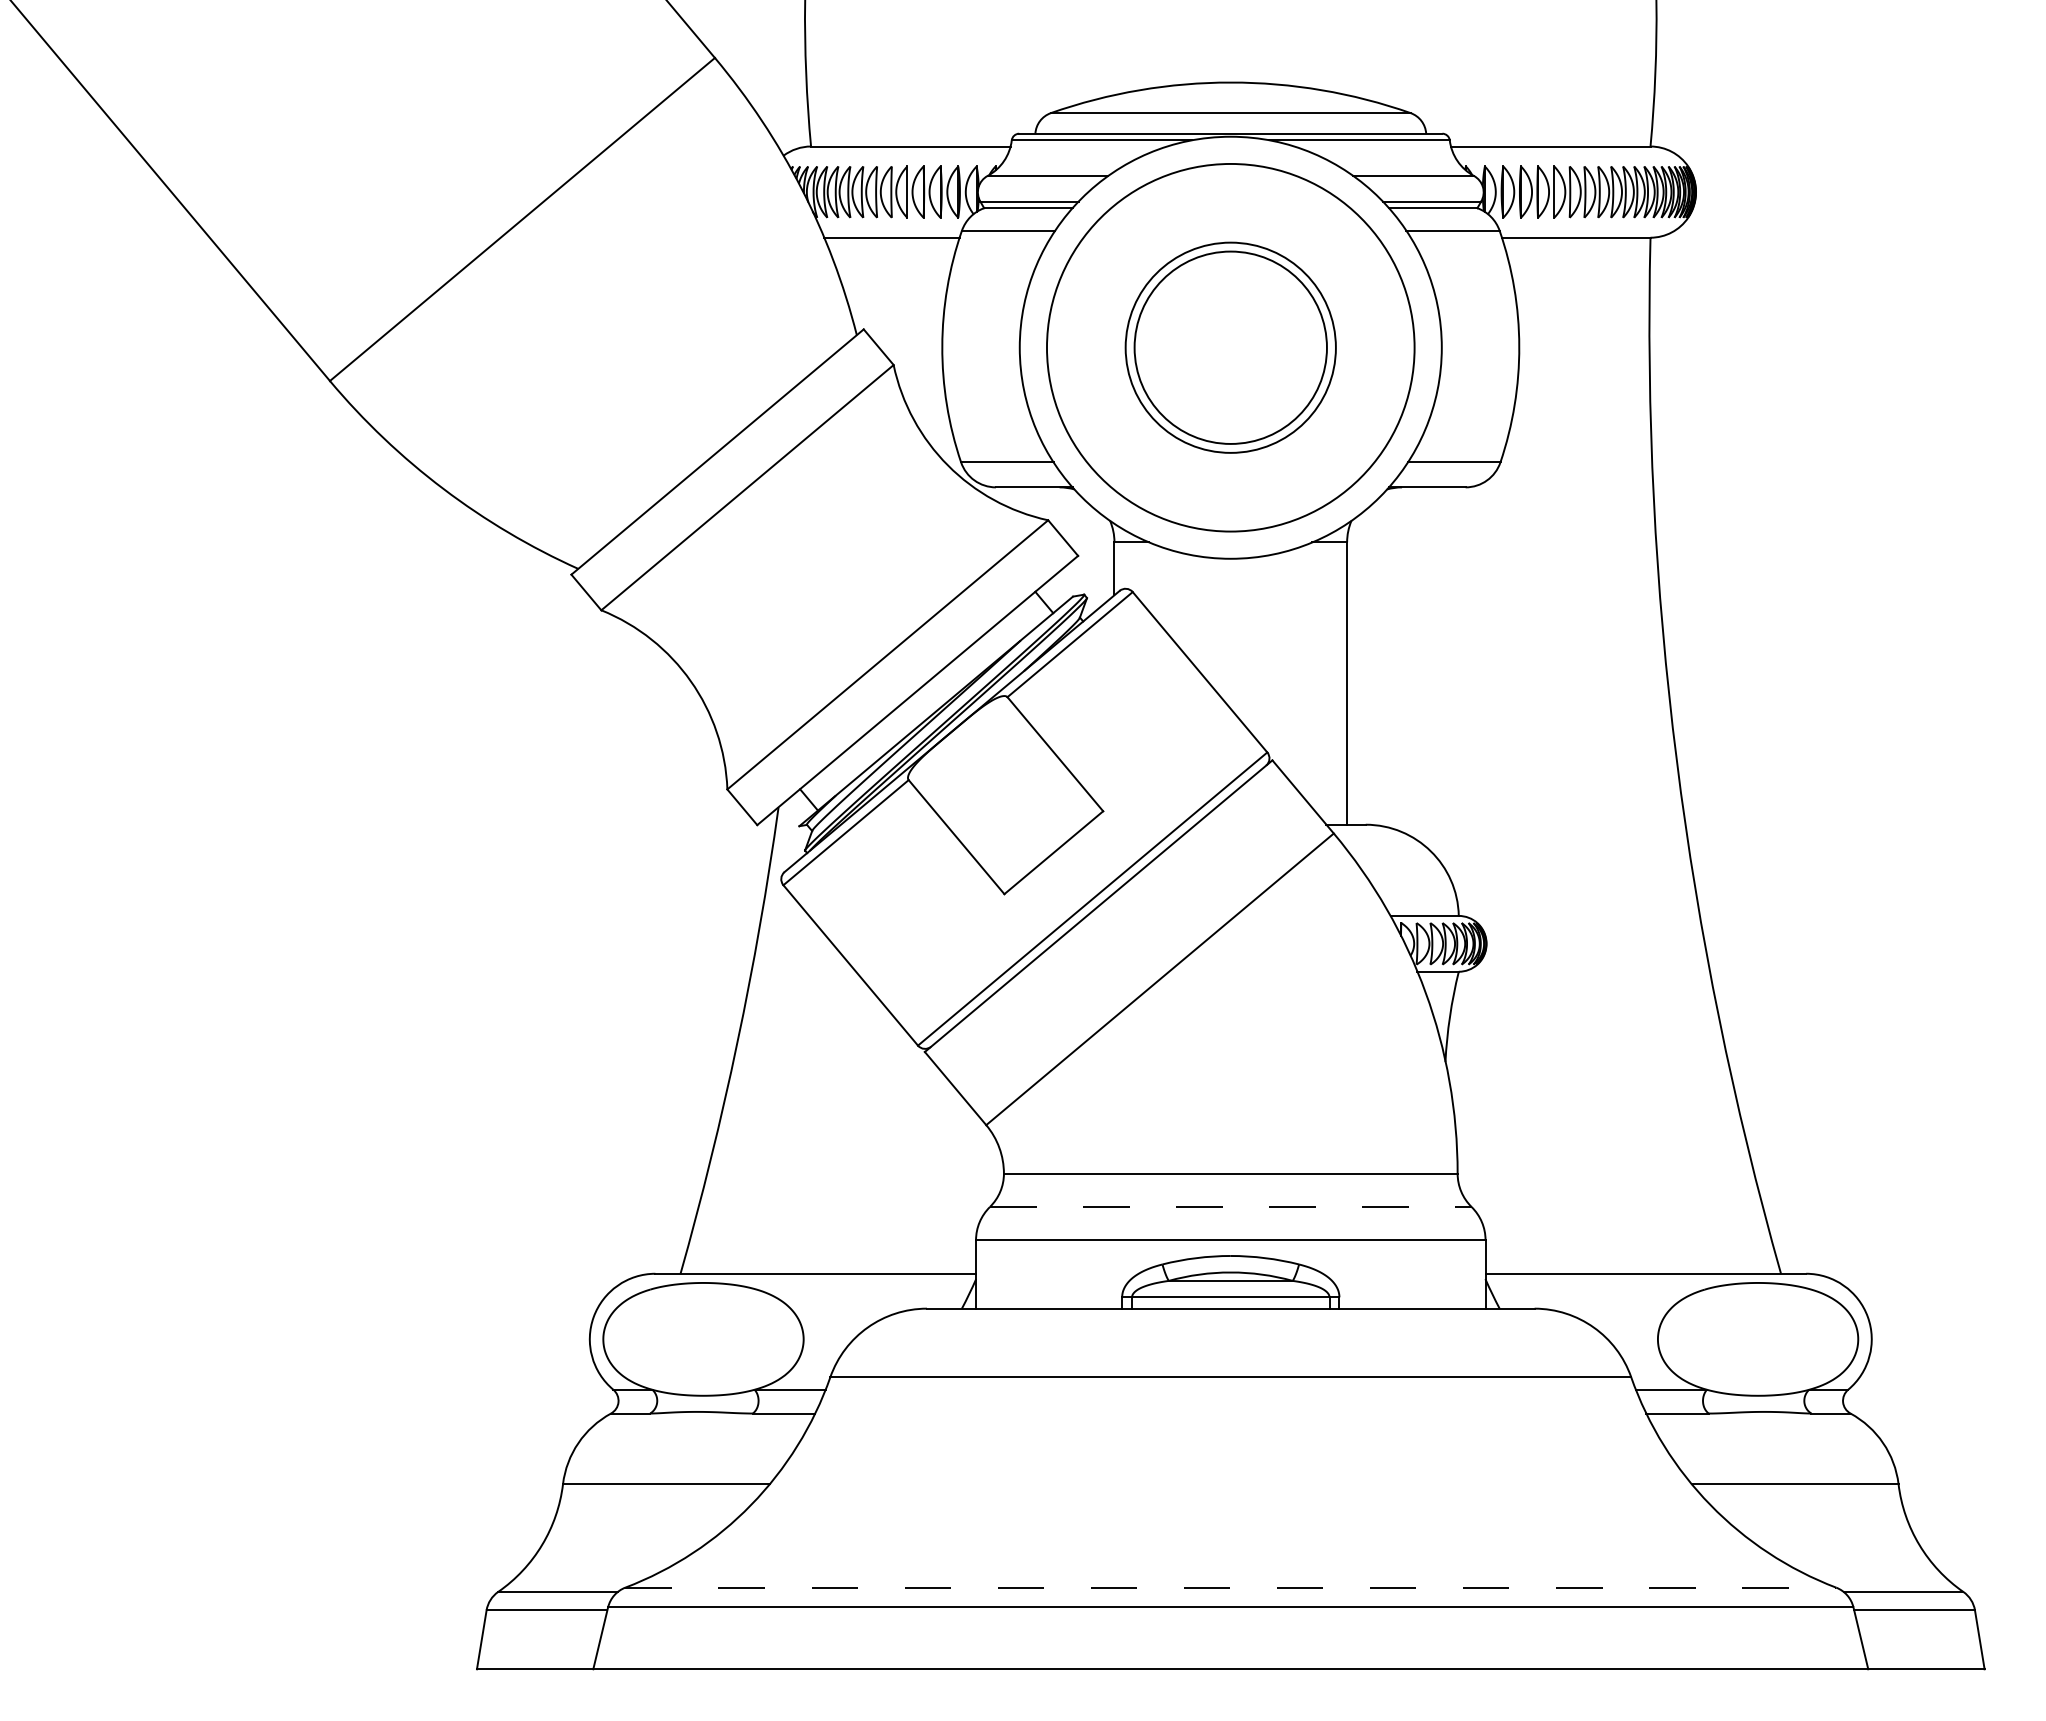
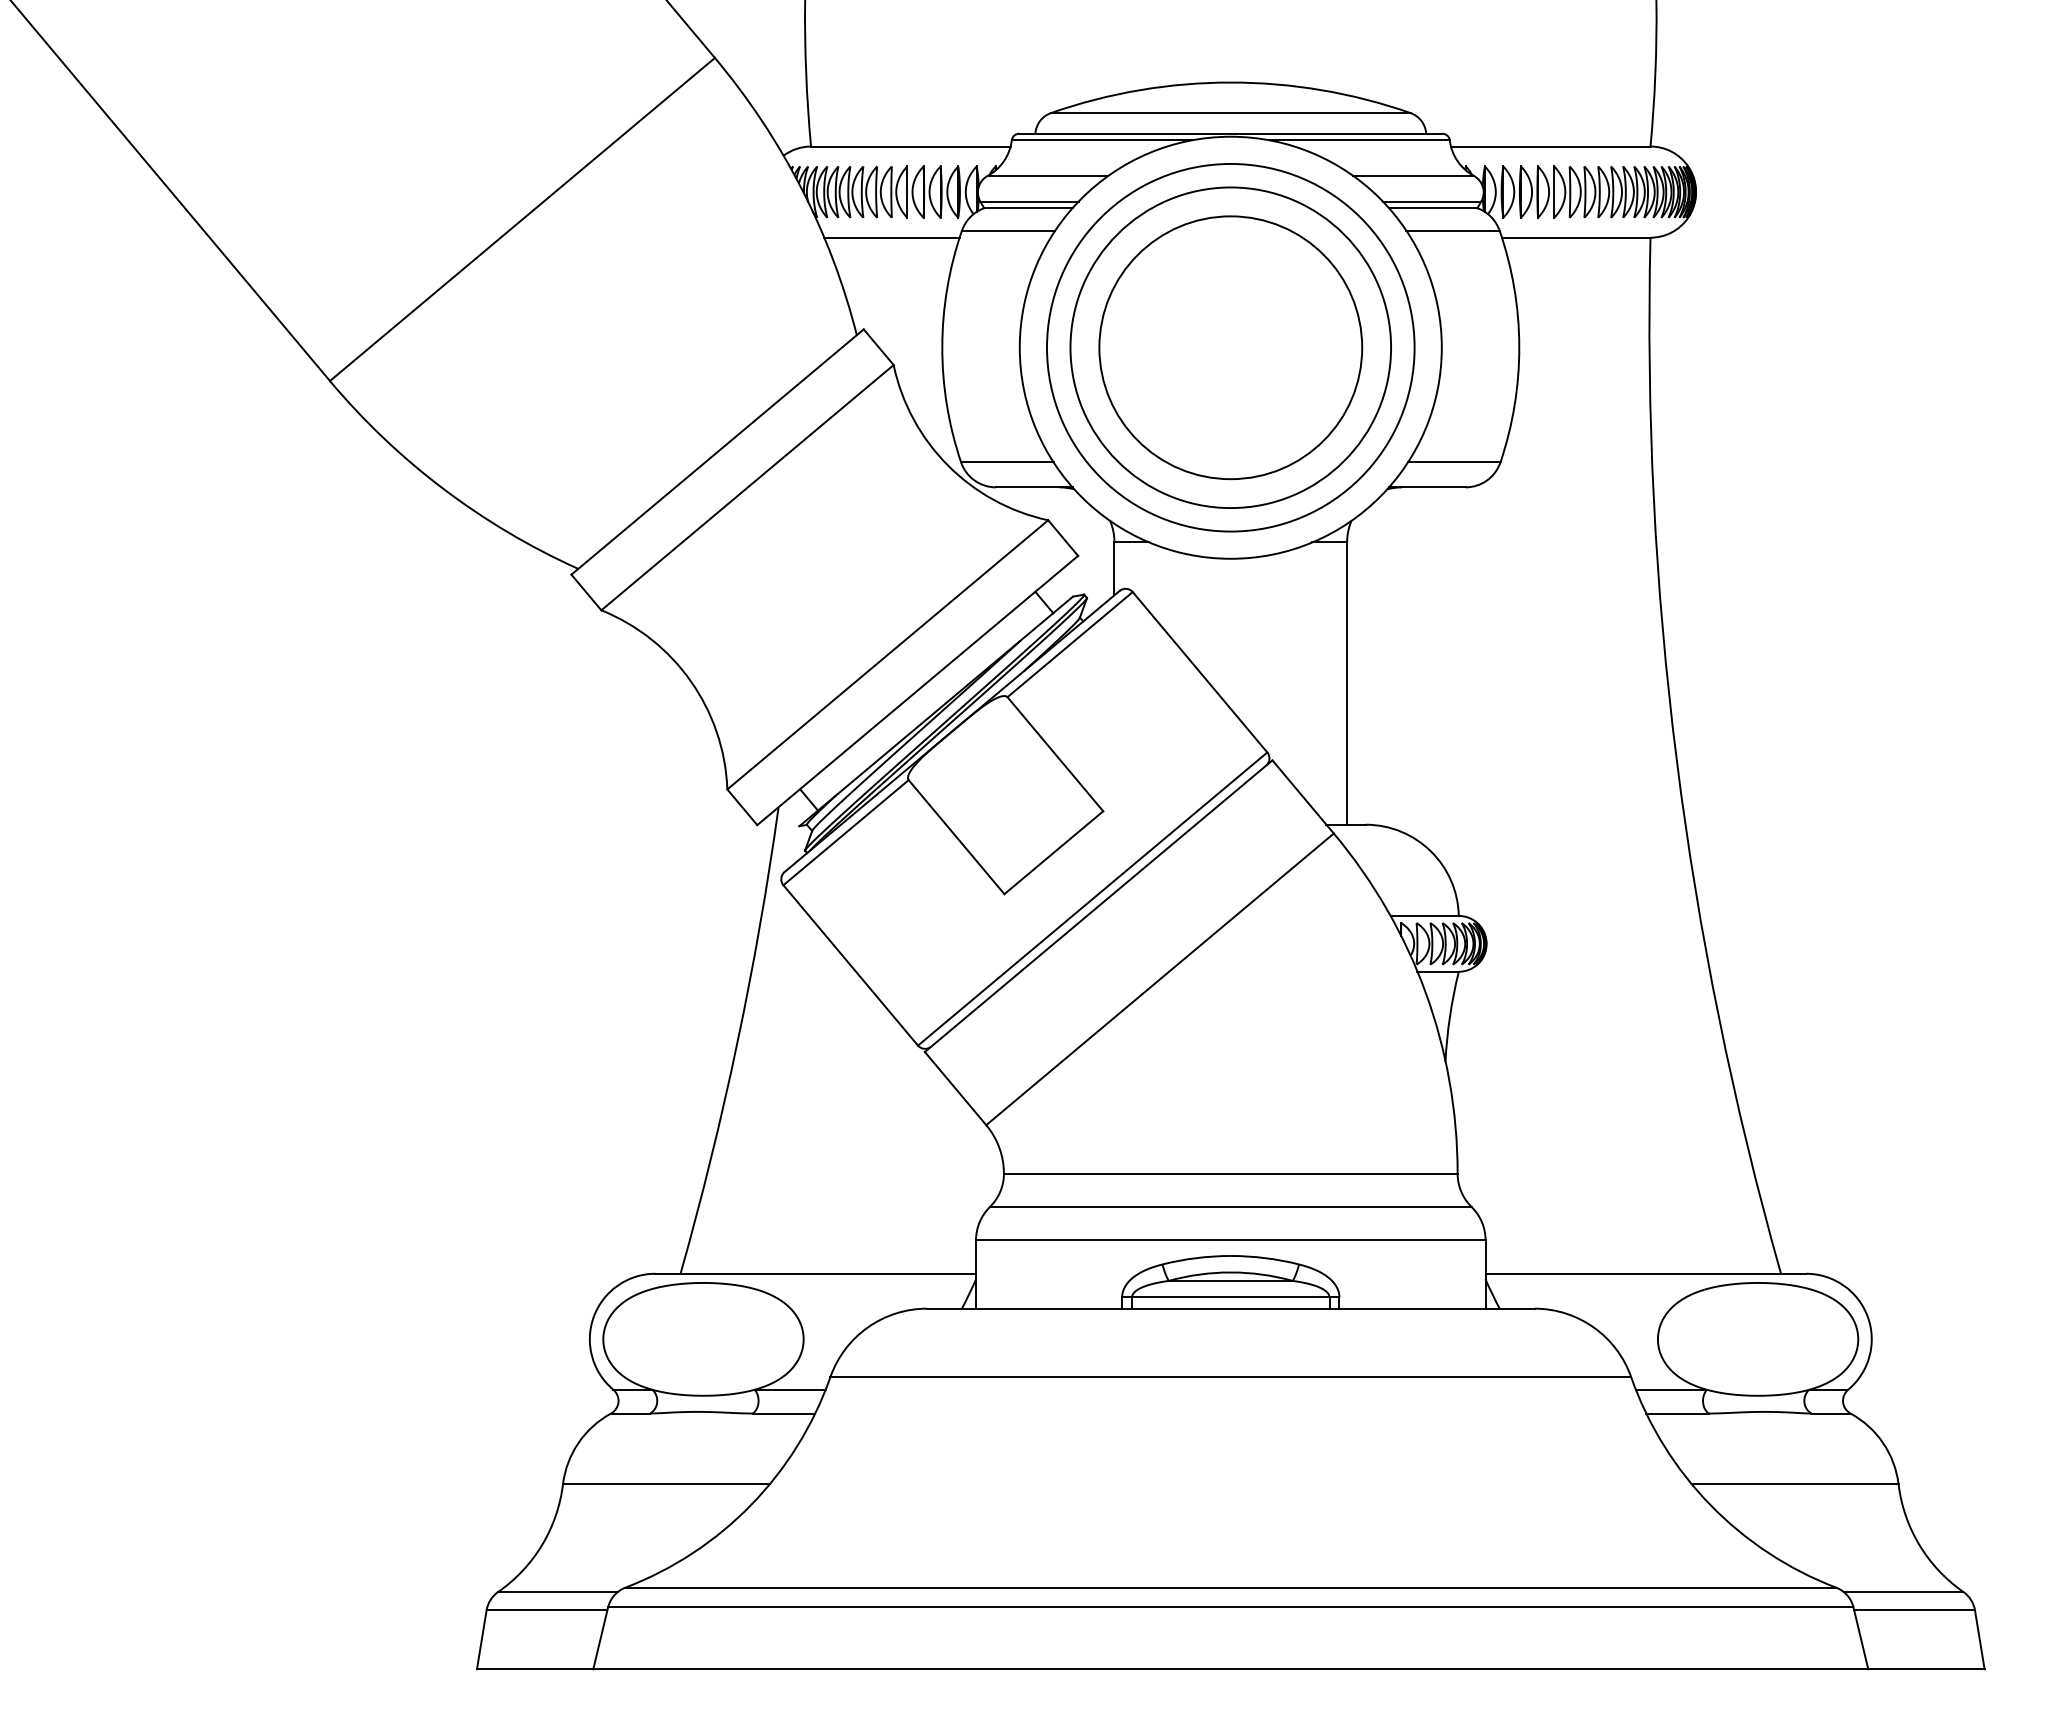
circle at (1230, 347) diameter: 192 px -> 321 px
circle at (1230, 347) diameter: 210 px -> 263 px
line at (1230, 1206): dashed -> solid
line at (1231, 1587): dashed -> solid
